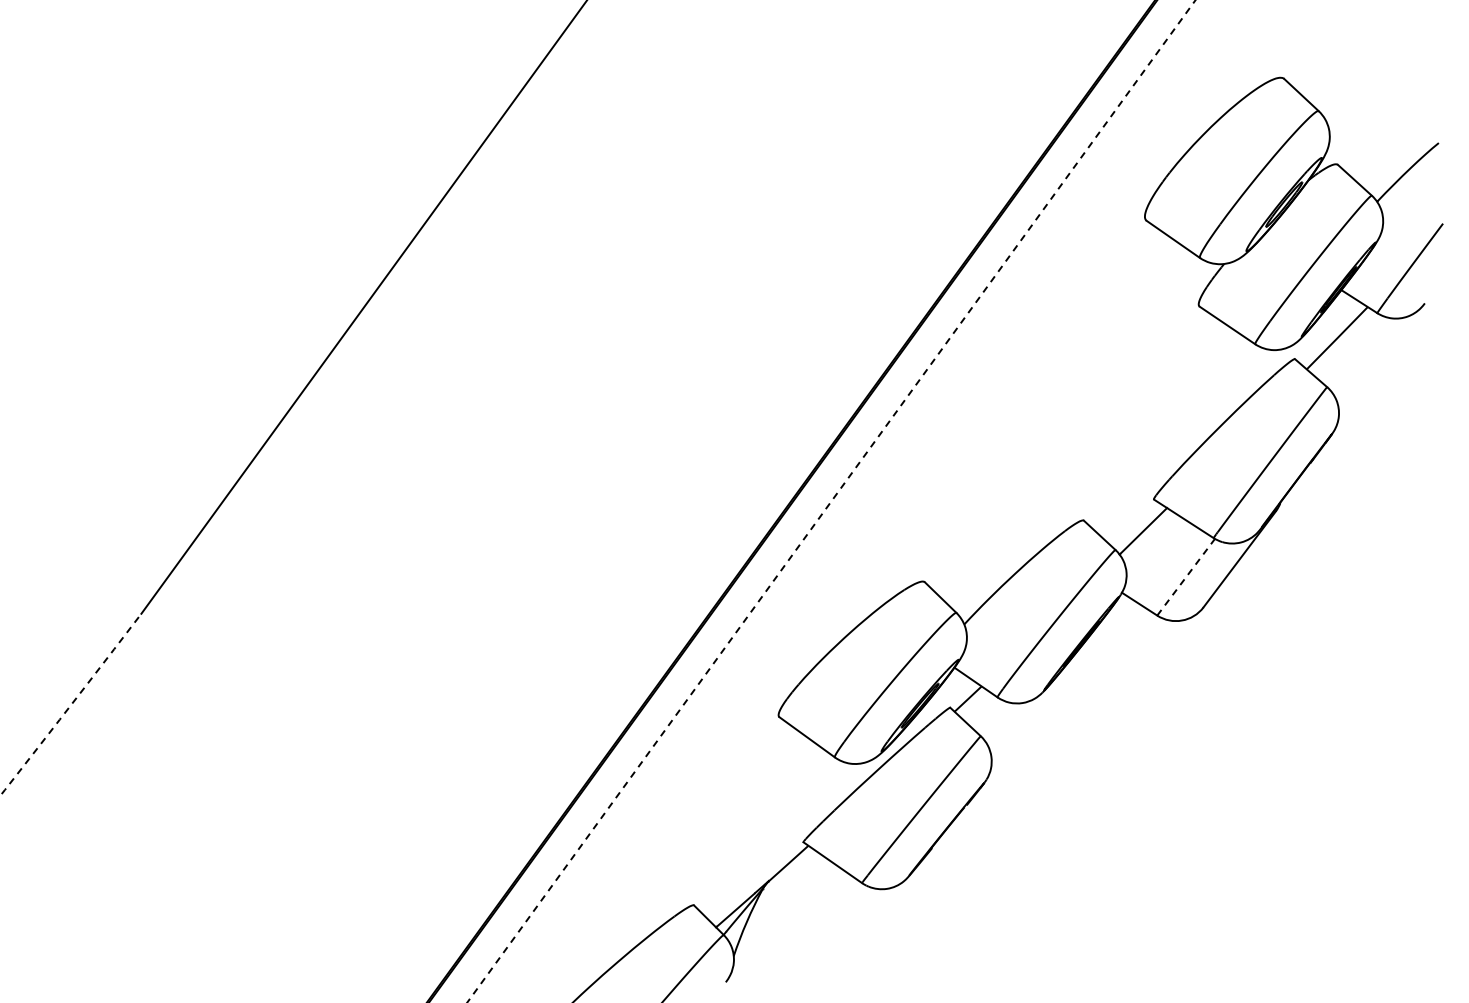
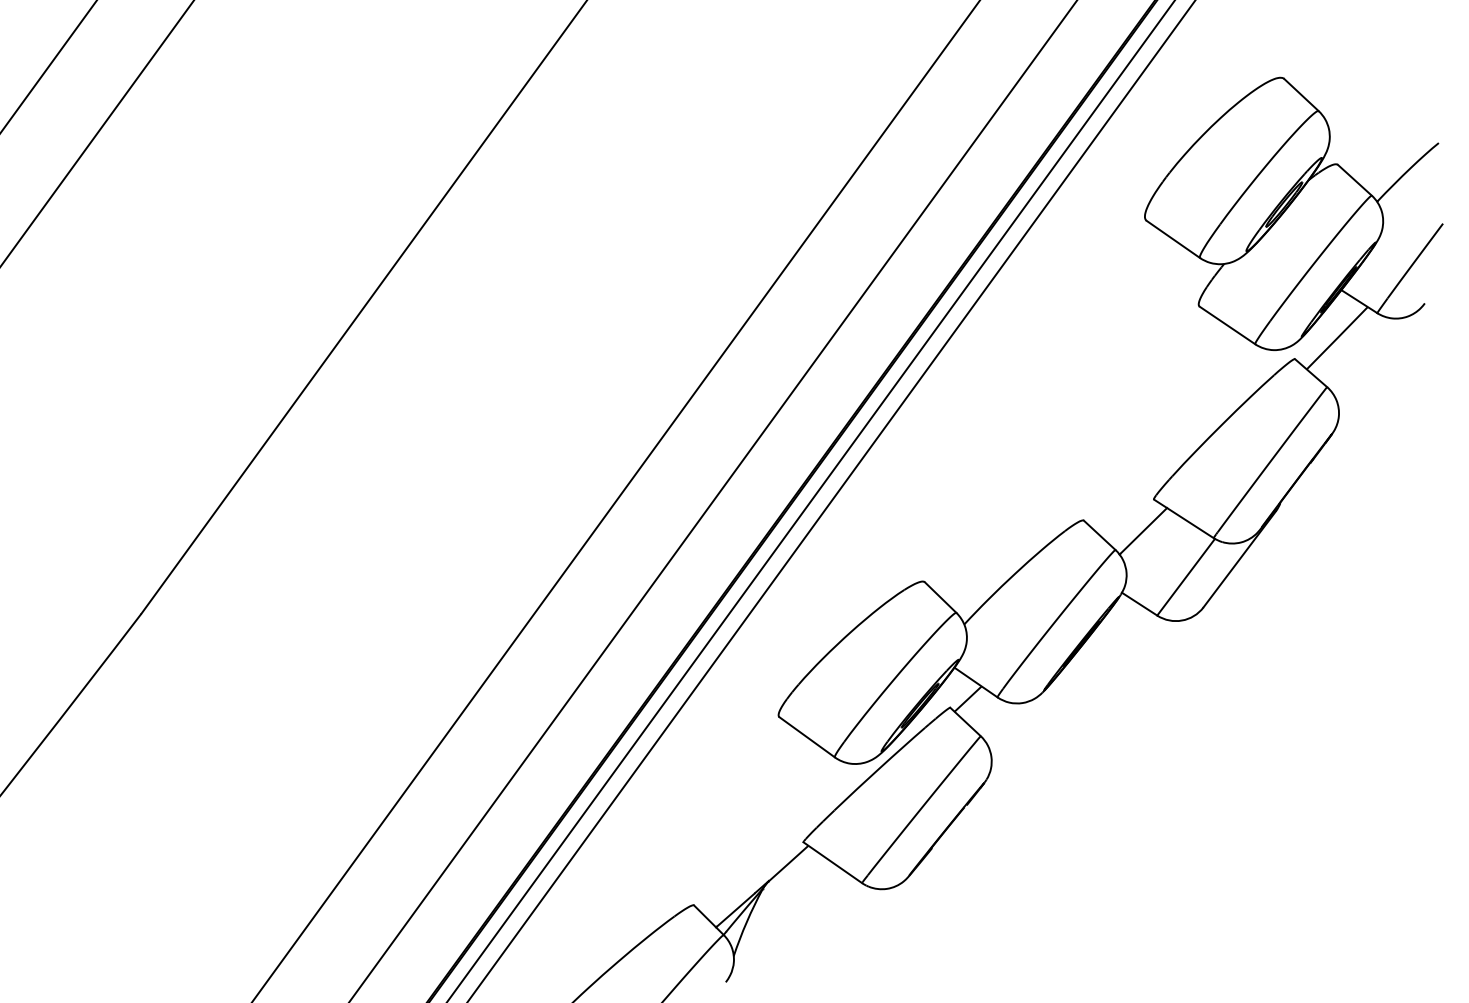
line at (48, 66): none -> present
line at (97, 132): none -> present
line at (616, 500): none -> present
line at (713, 500): none -> present
line at (810, 500): none -> present
line at (830, 502): dashed -> solid
line at (1186, 577): dashed -> solid
arc at (70, 705): dashed -> solid
